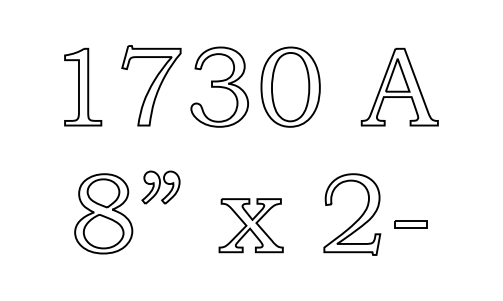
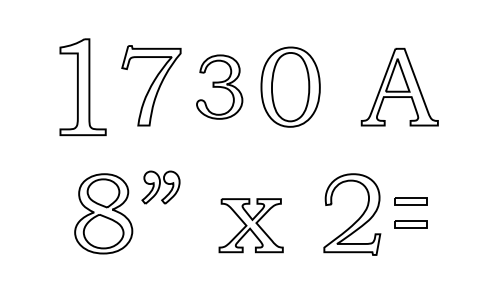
part at (83, 86) size: 39x80 px -> 48x99 px
part at (219, 86) size: 59x82 px -> 48x66 px
part at (410, 201): none -> present
